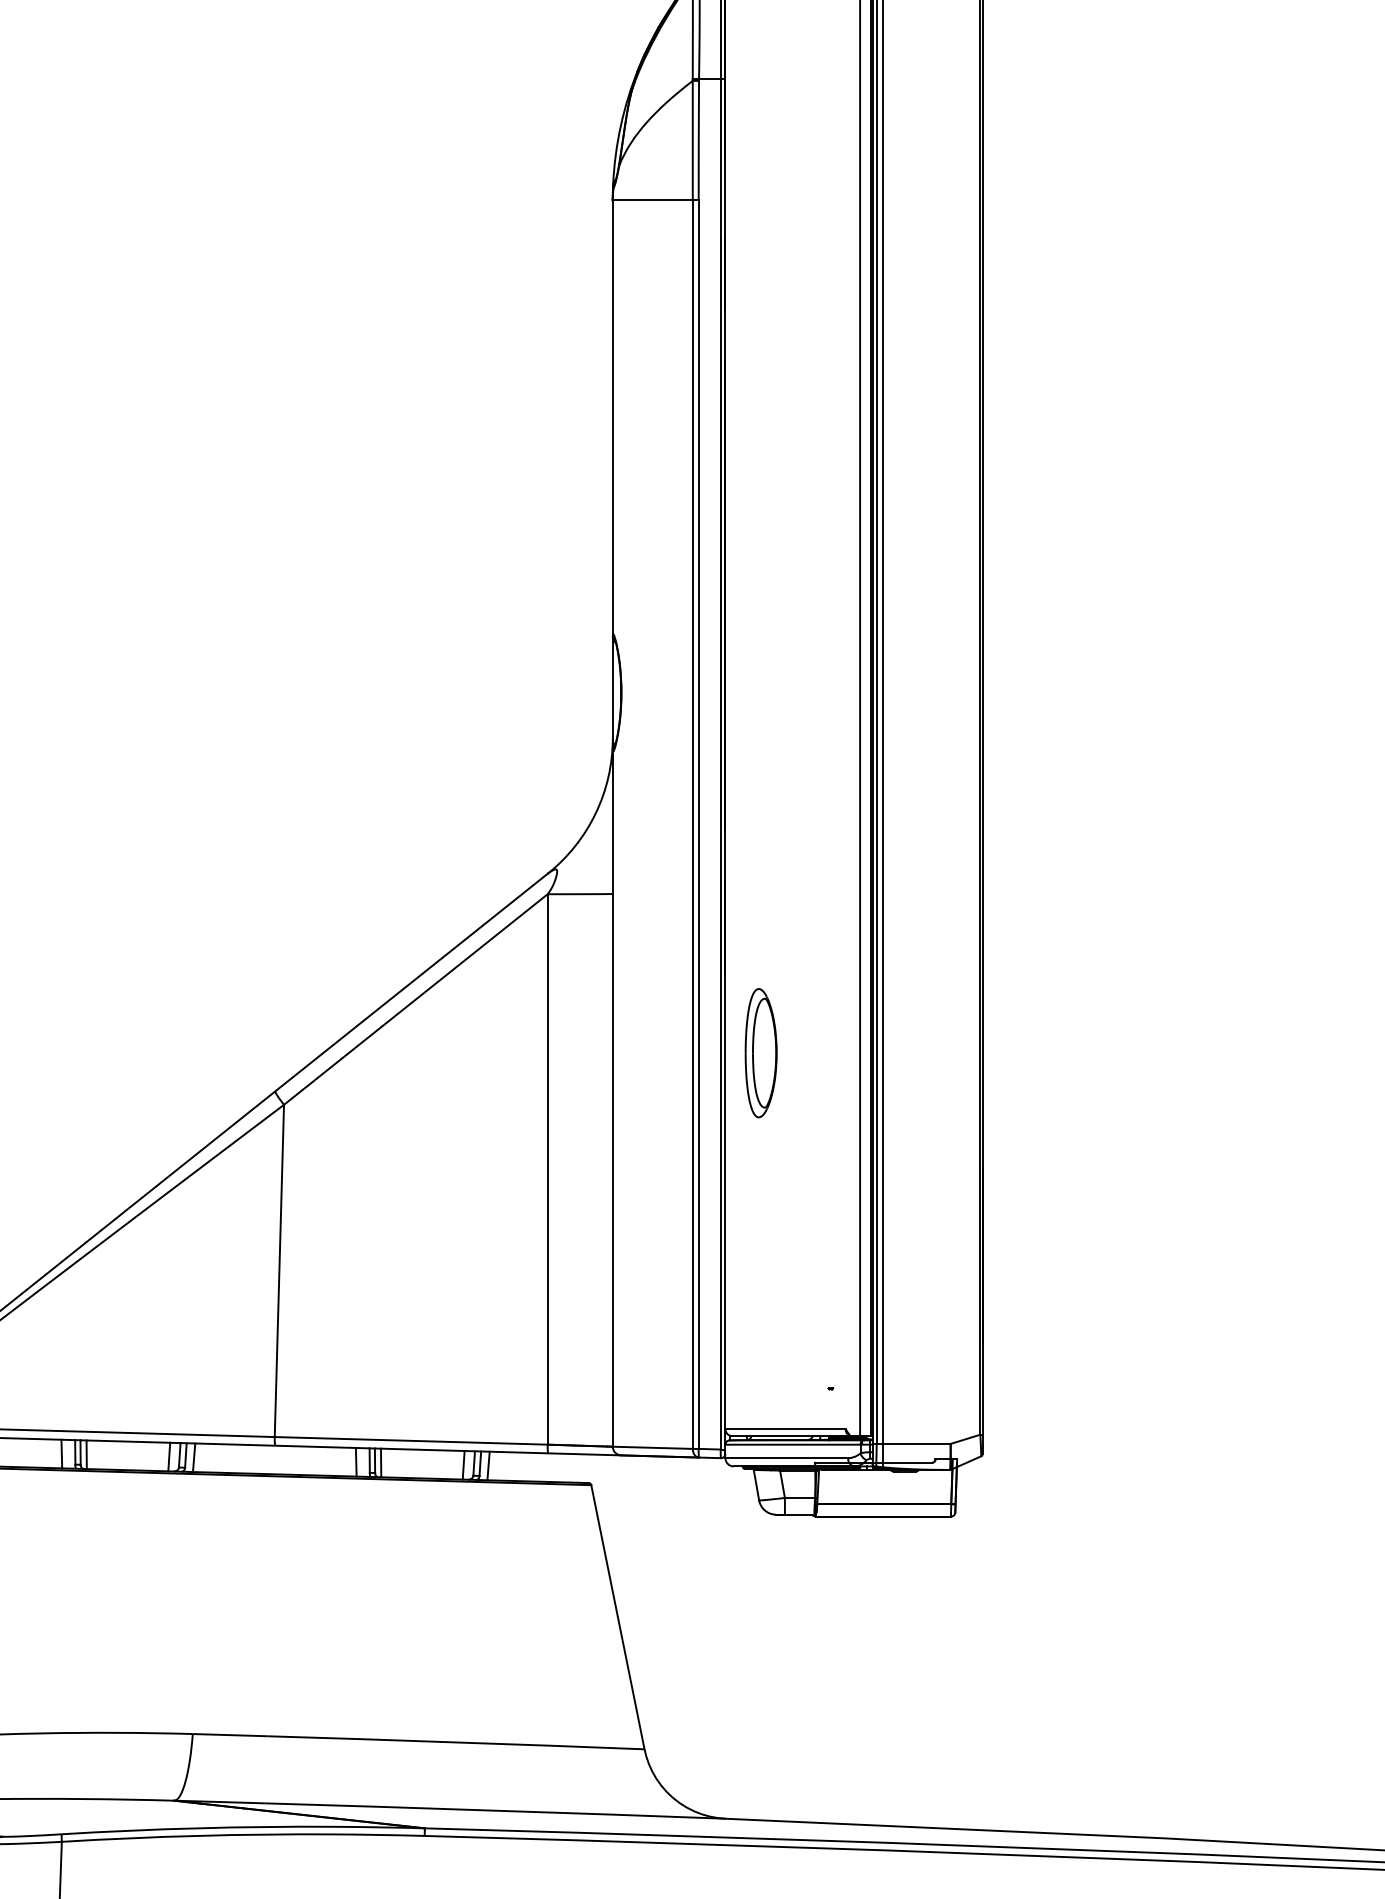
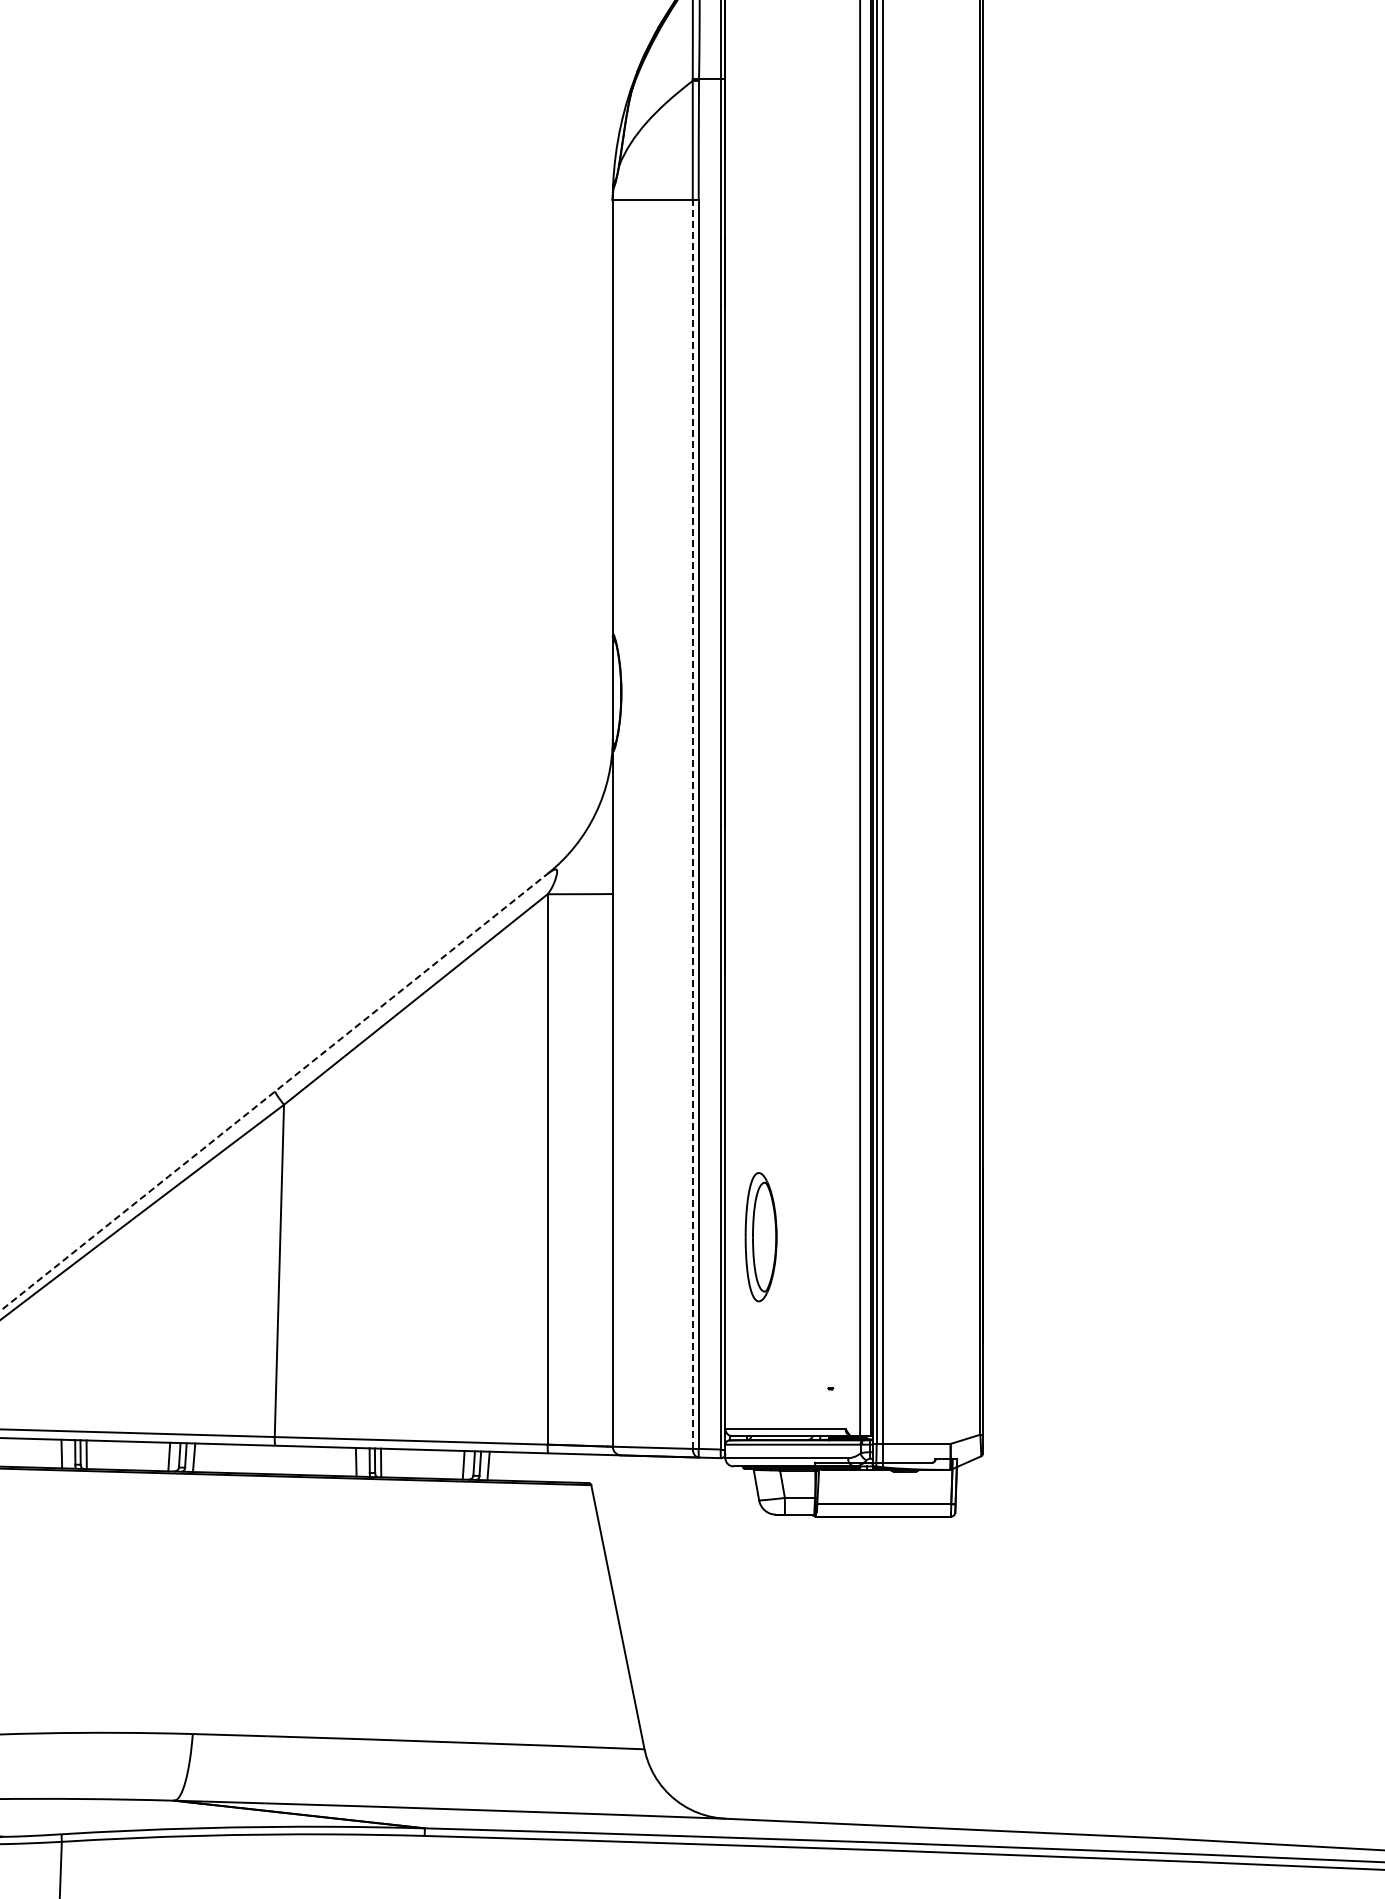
line at (692, 824): solid -> dashed
part at (760, 1053) position: (760, 1053) -> (760, 1237)
line at (274, 1092): solid -> dashed
